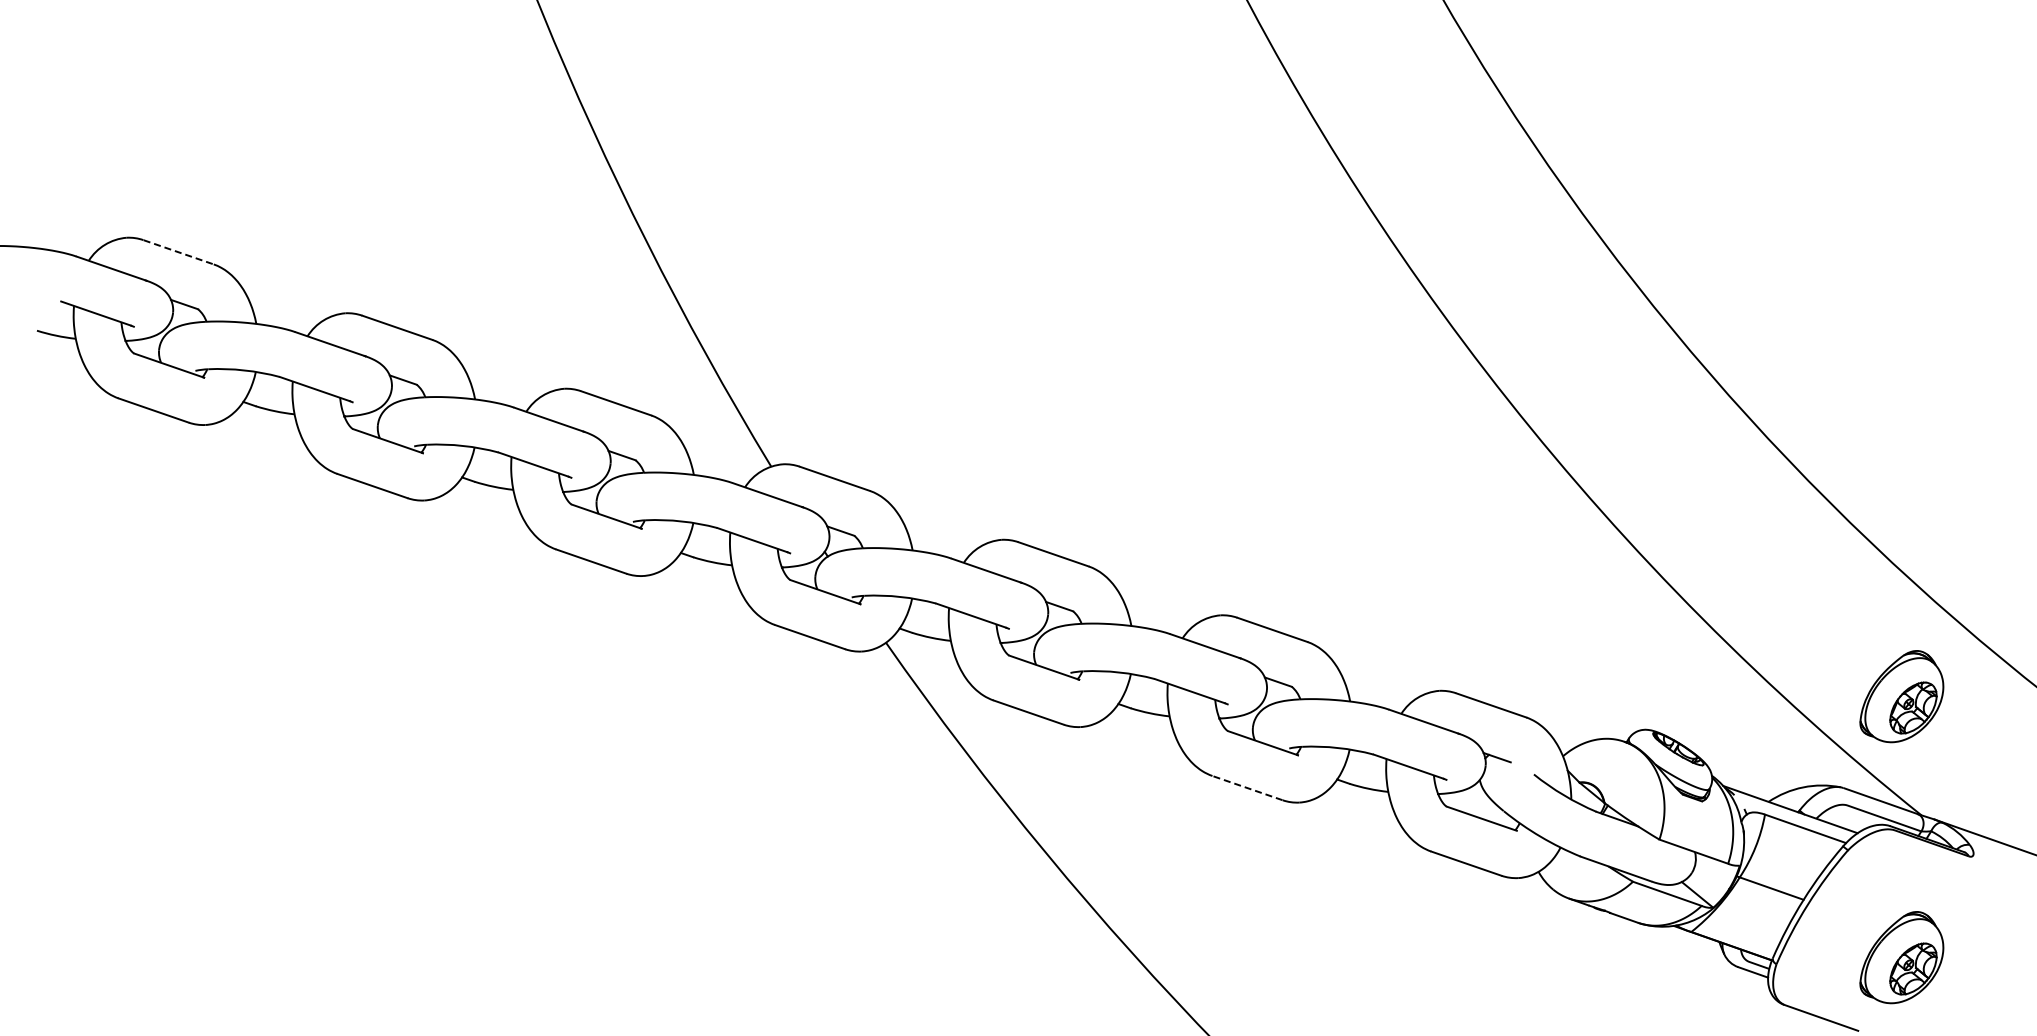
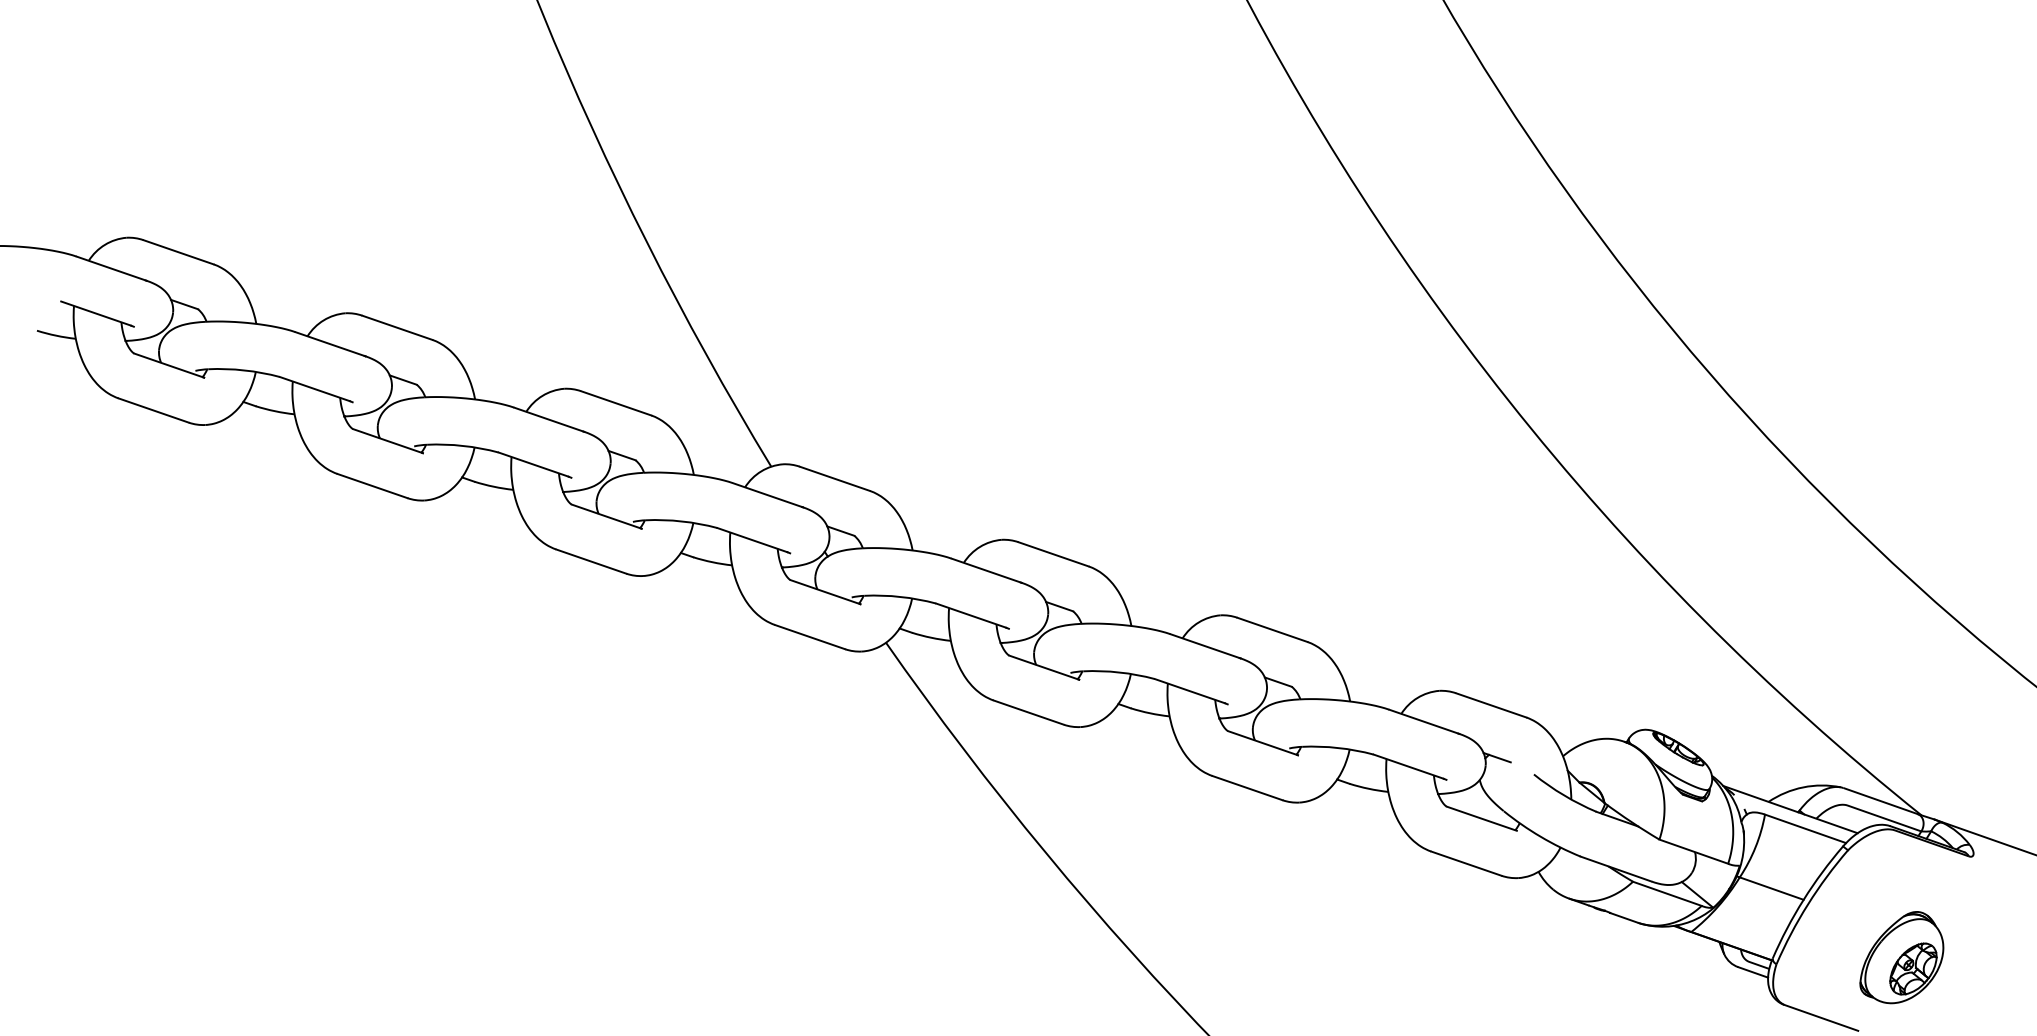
line at (178, 252): dashed -> solid
part at (1901, 696): present -> none
line at (1247, 788): dashed -> solid
